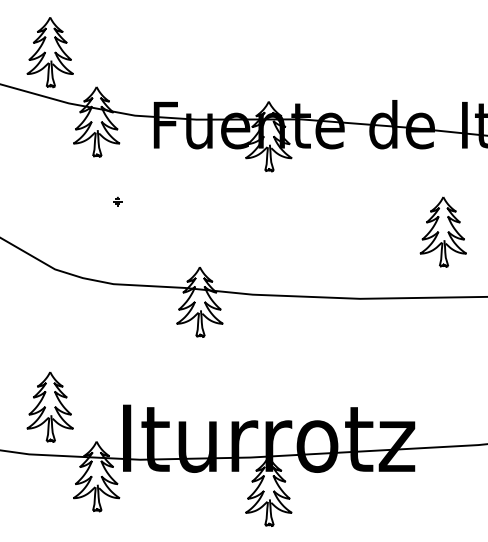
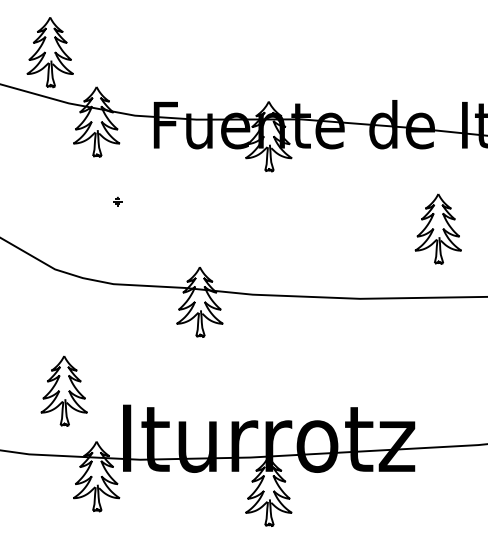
part at (442, 231) position: (442, 231) -> (437, 228)
part at (49, 406) position: (49, 406) -> (63, 390)
